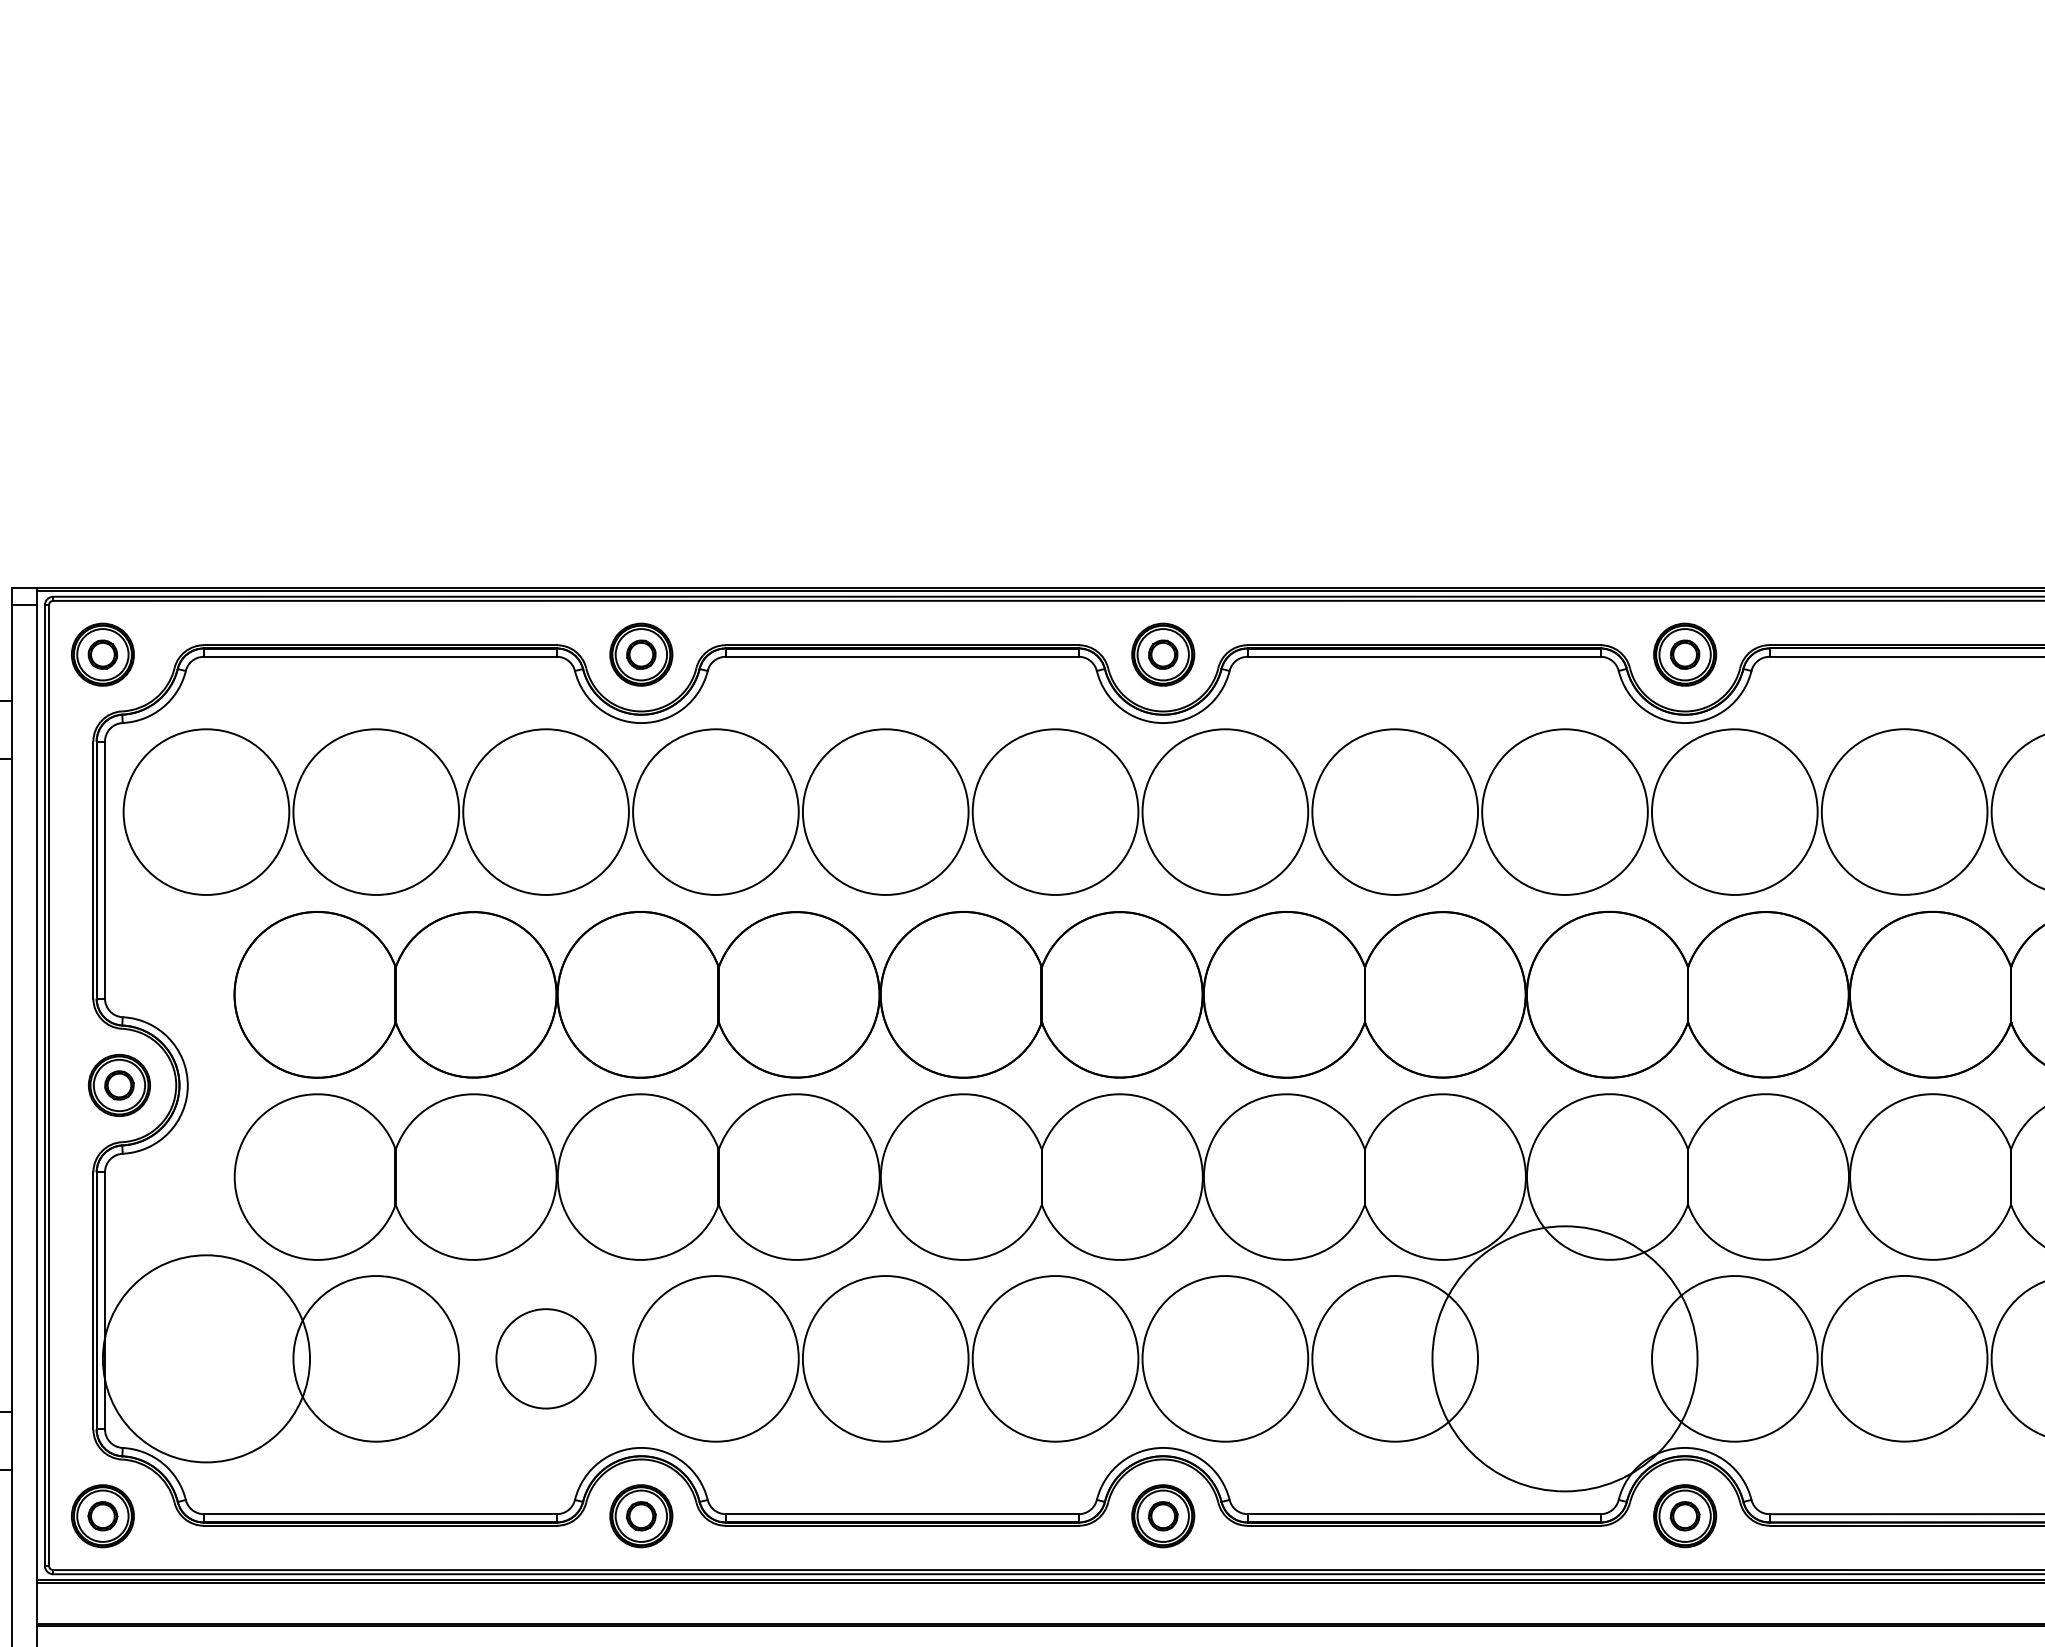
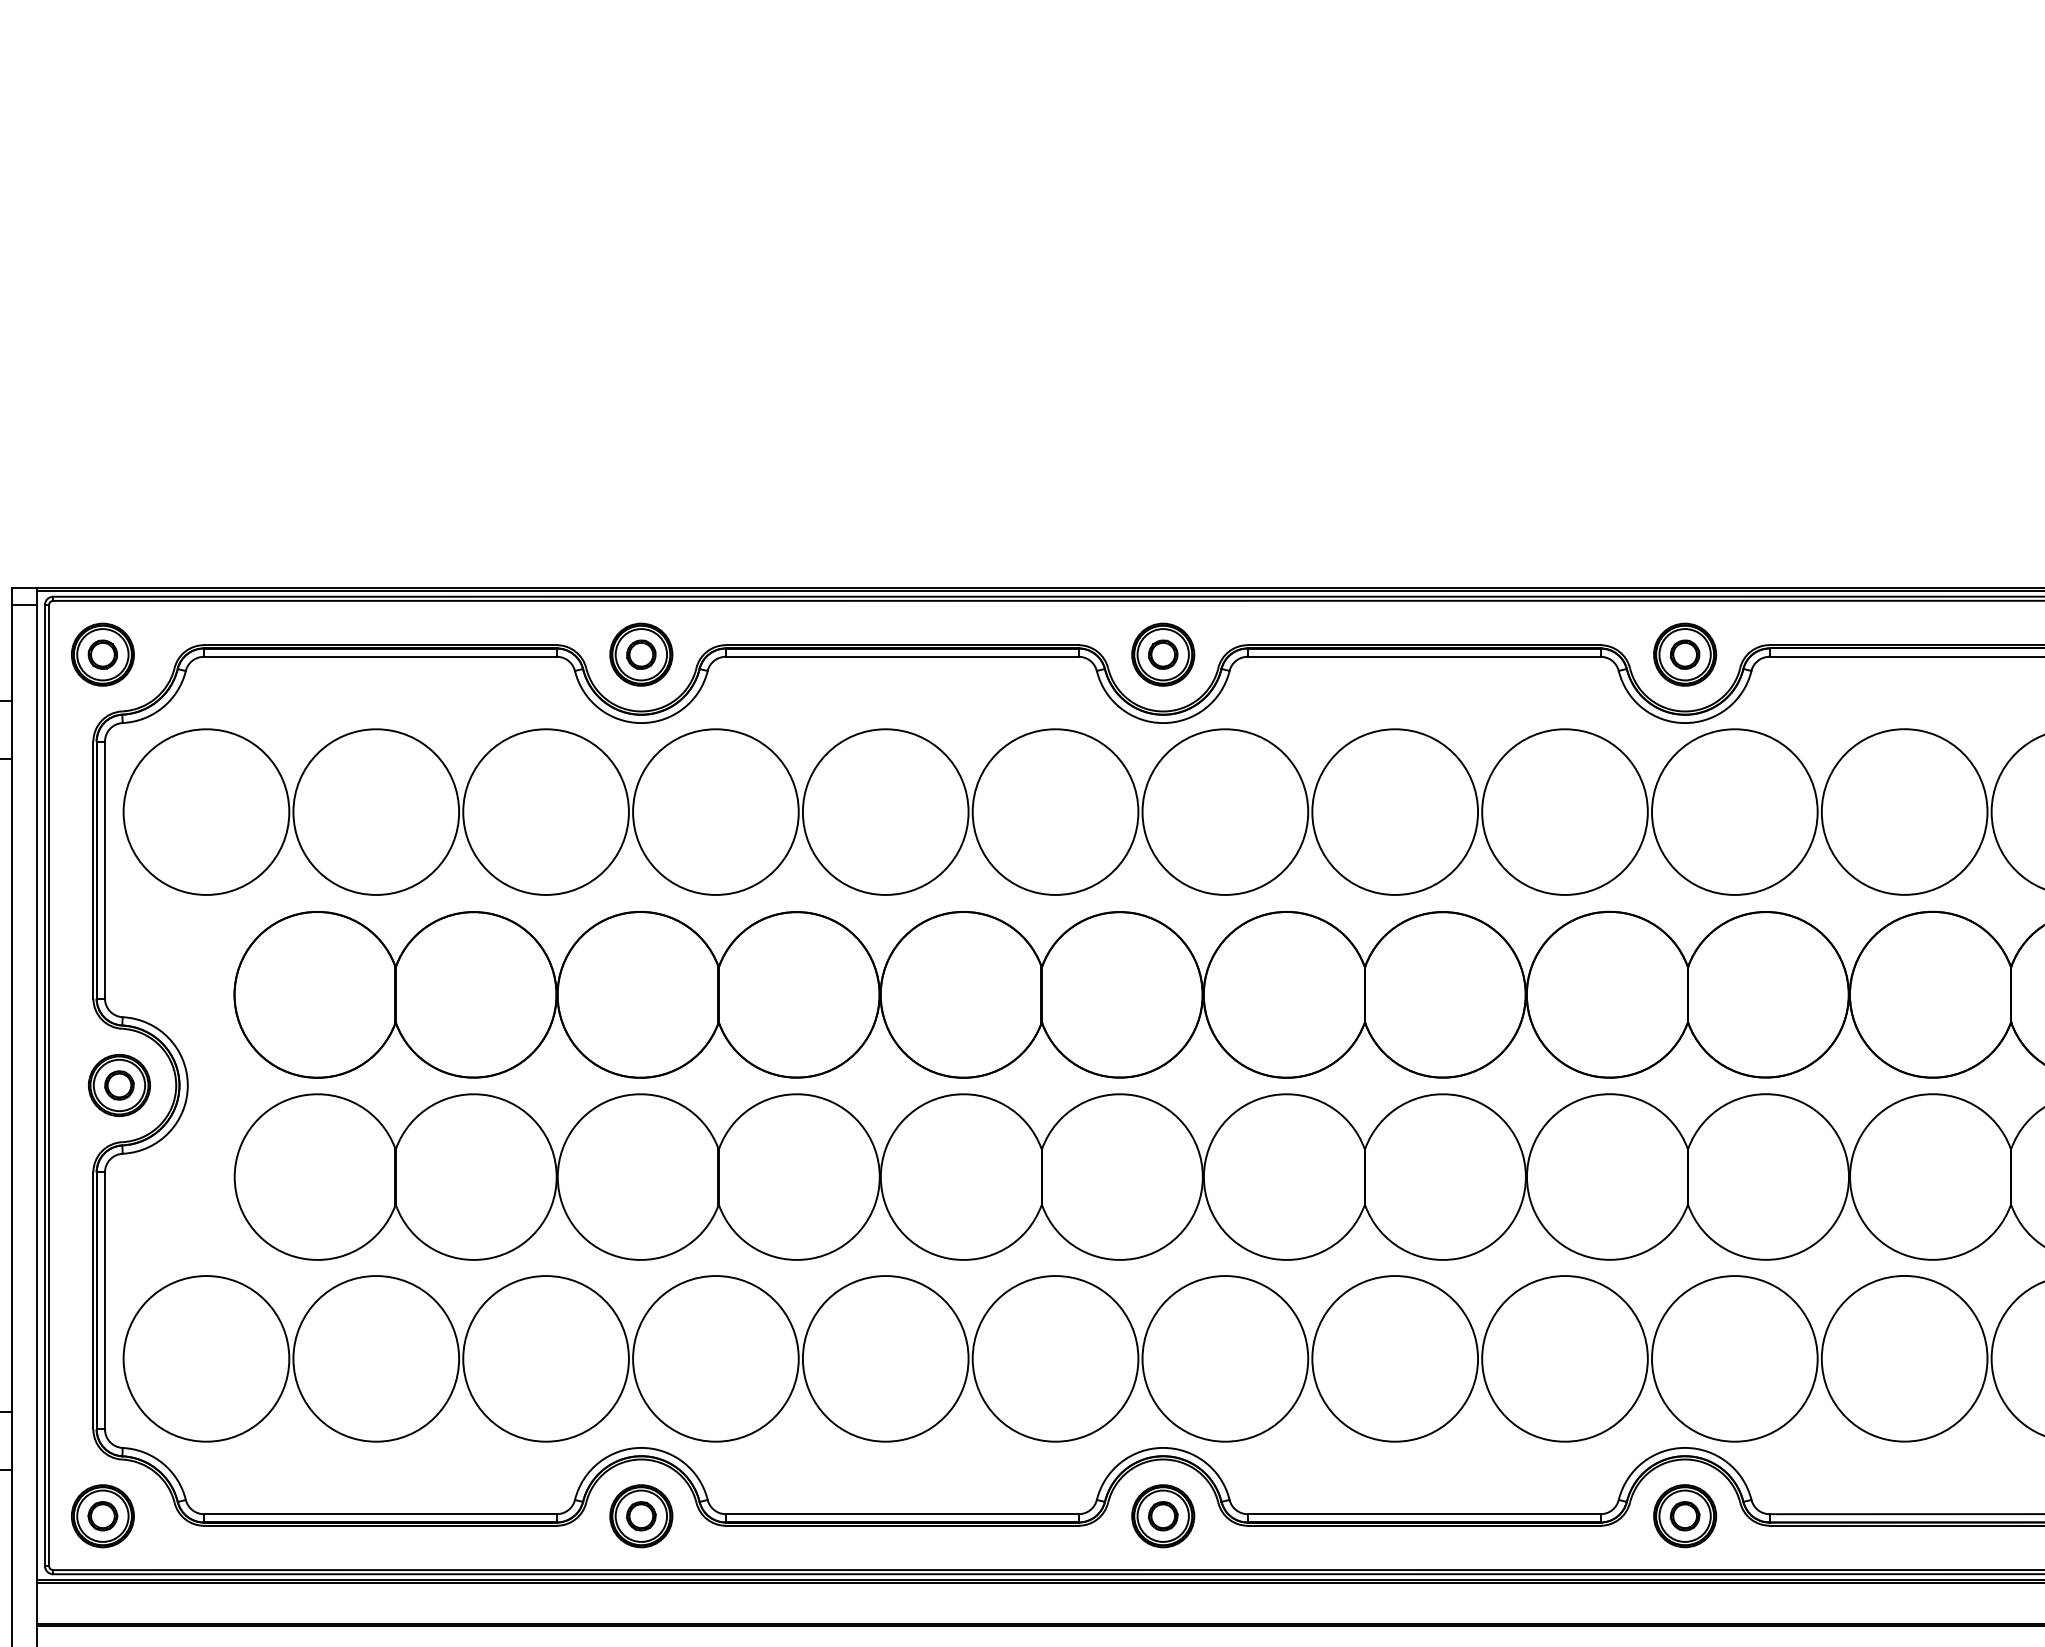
circle at (206, 1358) diameter: 207 px -> 166 px
circle at (545, 1358) diameter: 99 px -> 166 px
circle at (1564, 1358) diameter: 265 px -> 166 px
